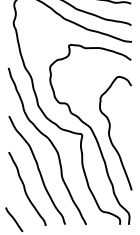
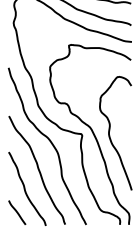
line at (14, 219) position: (14, 219) -> (17, 212)
